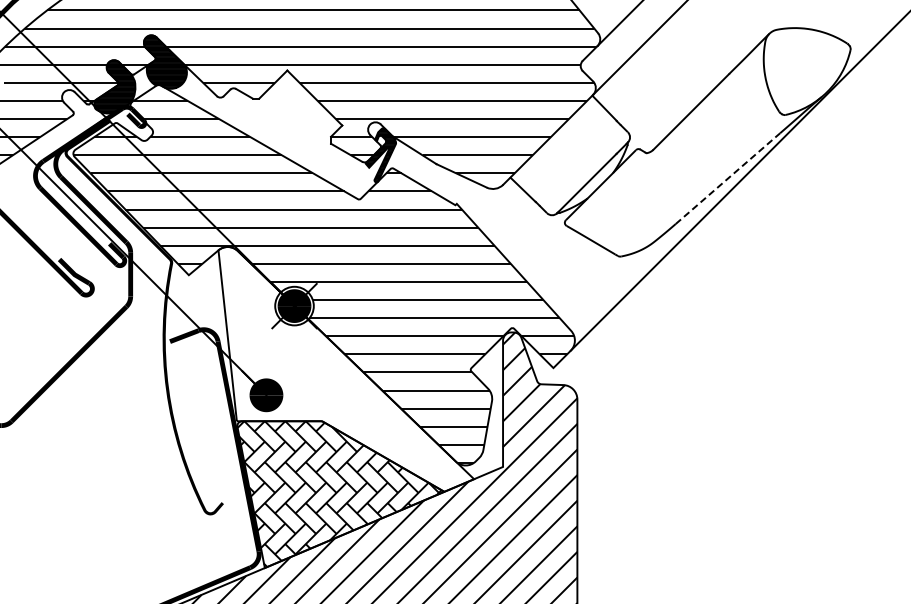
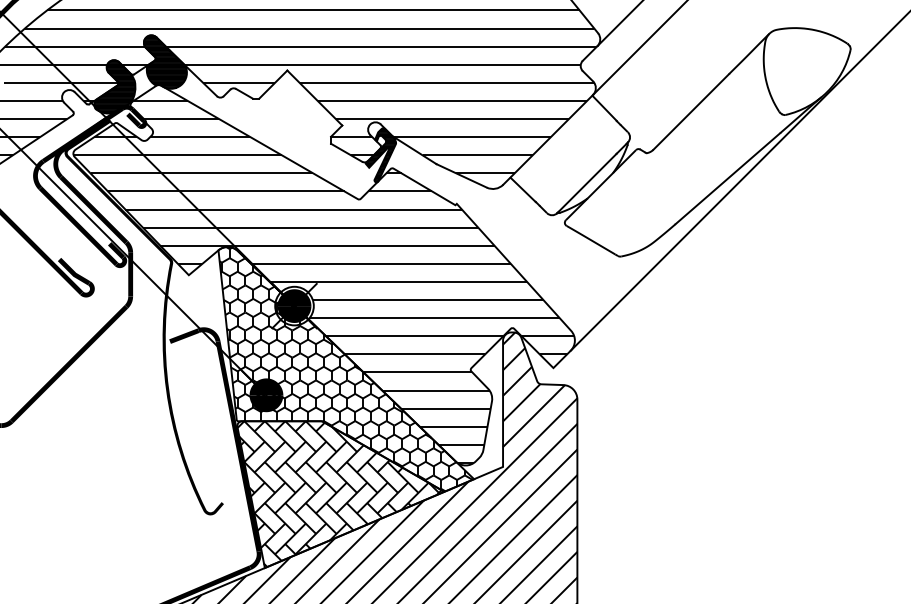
line at (728, 178): dashed -> solid
hatch at (346, 369): none -> present
